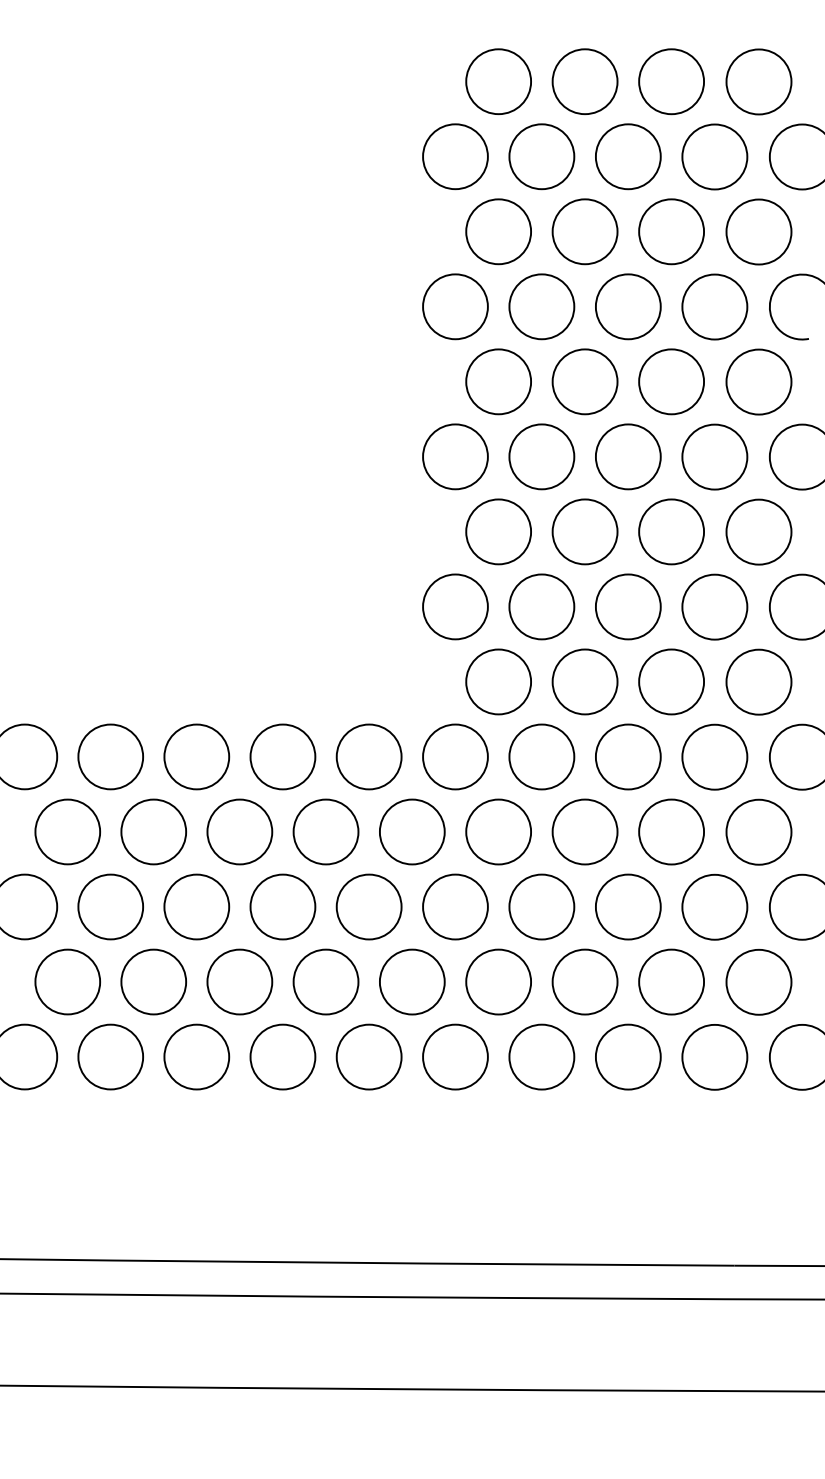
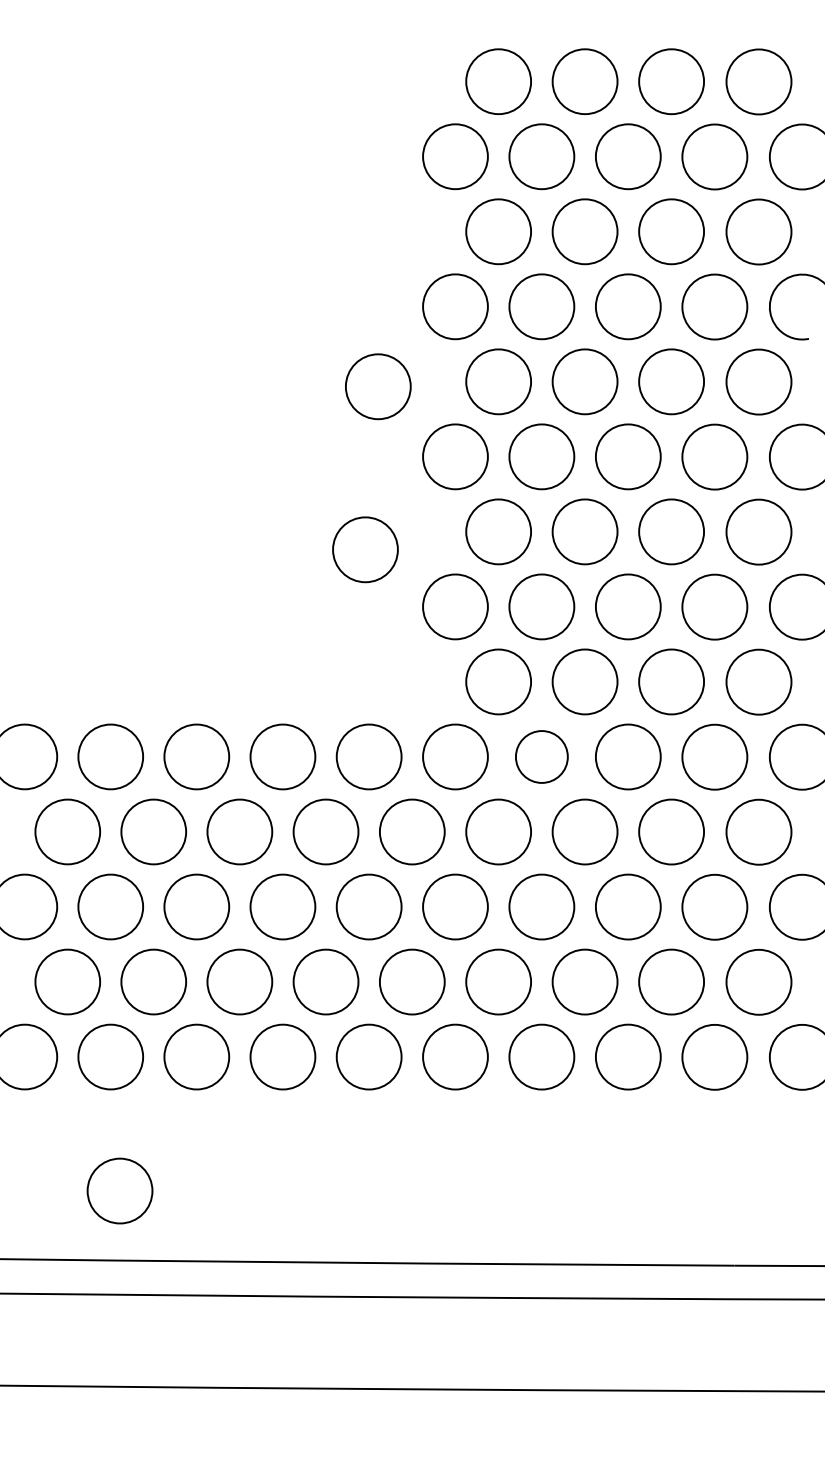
part at (378, 386): none -> present
part at (365, 549): none -> present
part at (541, 756) size: 68x68 px -> 54x54 px
part at (119, 1190): none -> present
